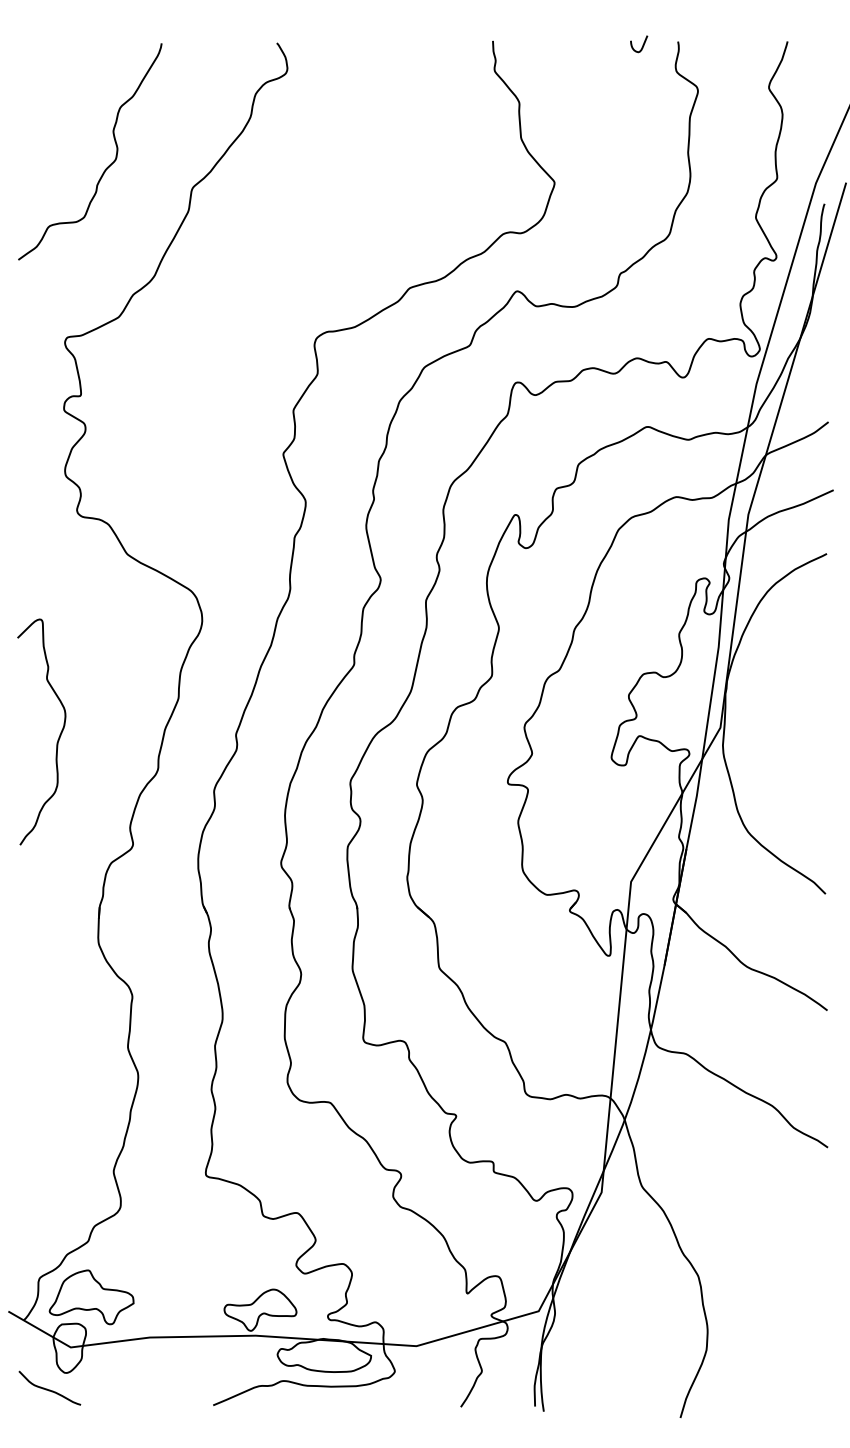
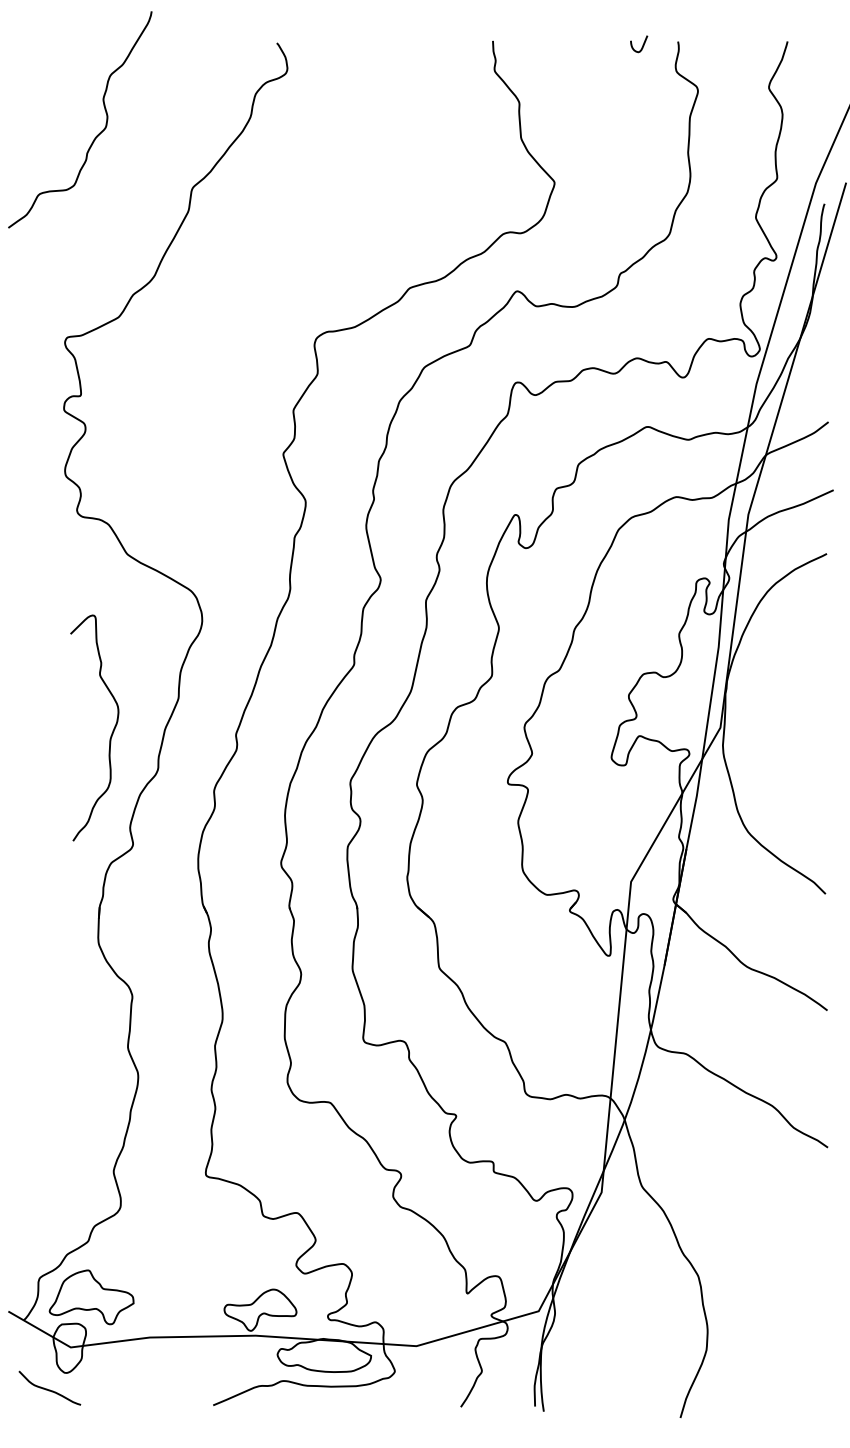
curve at (106, 167) position: (106, 167) -> (96, 135)
curve at (57, 739) position: (57, 739) -> (110, 735)
